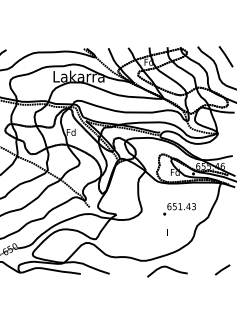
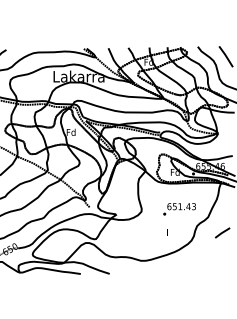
curve at (167, 268): present -> none
line at (222, 269) position: (222, 269) -> (222, 232)
